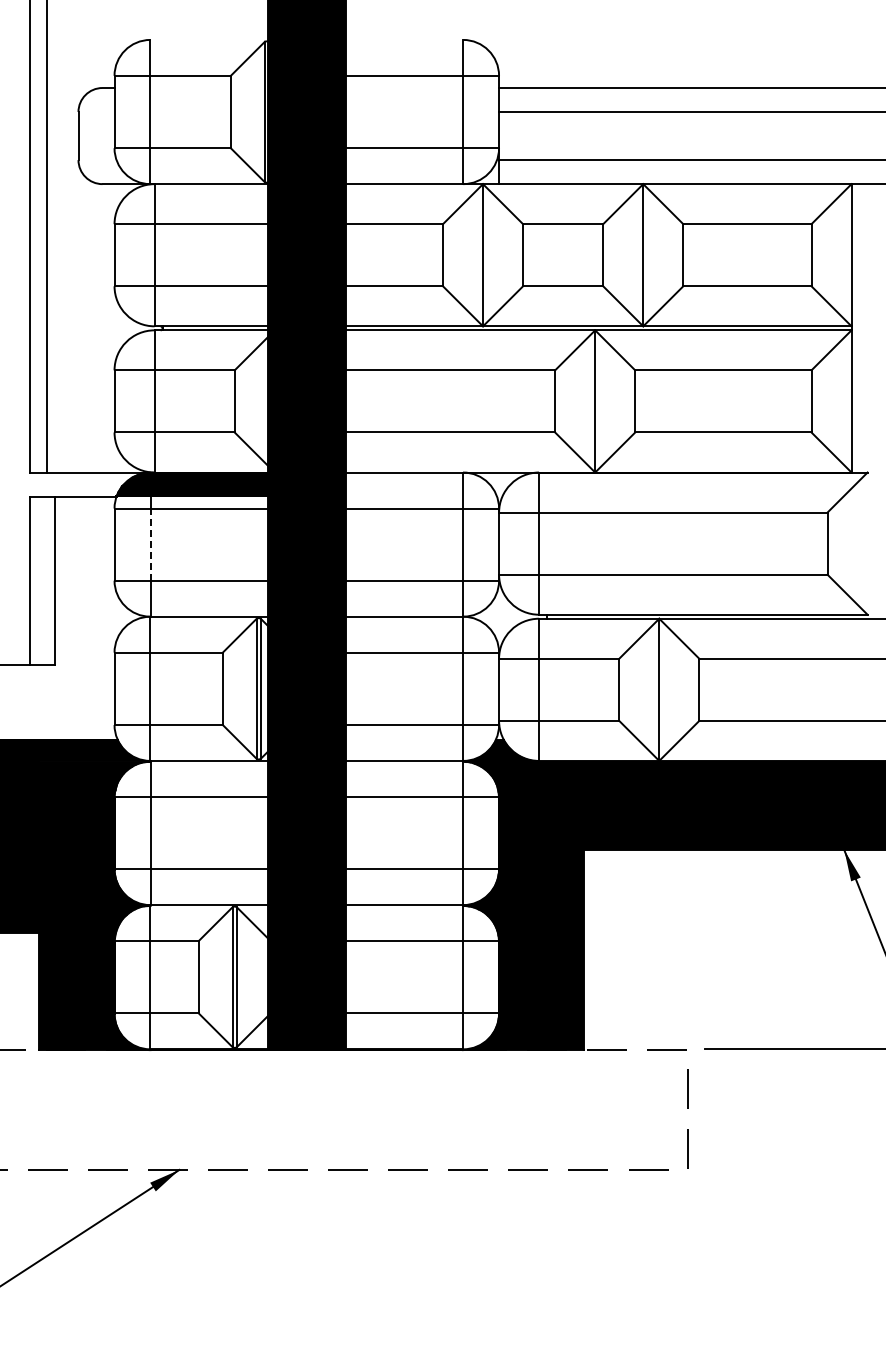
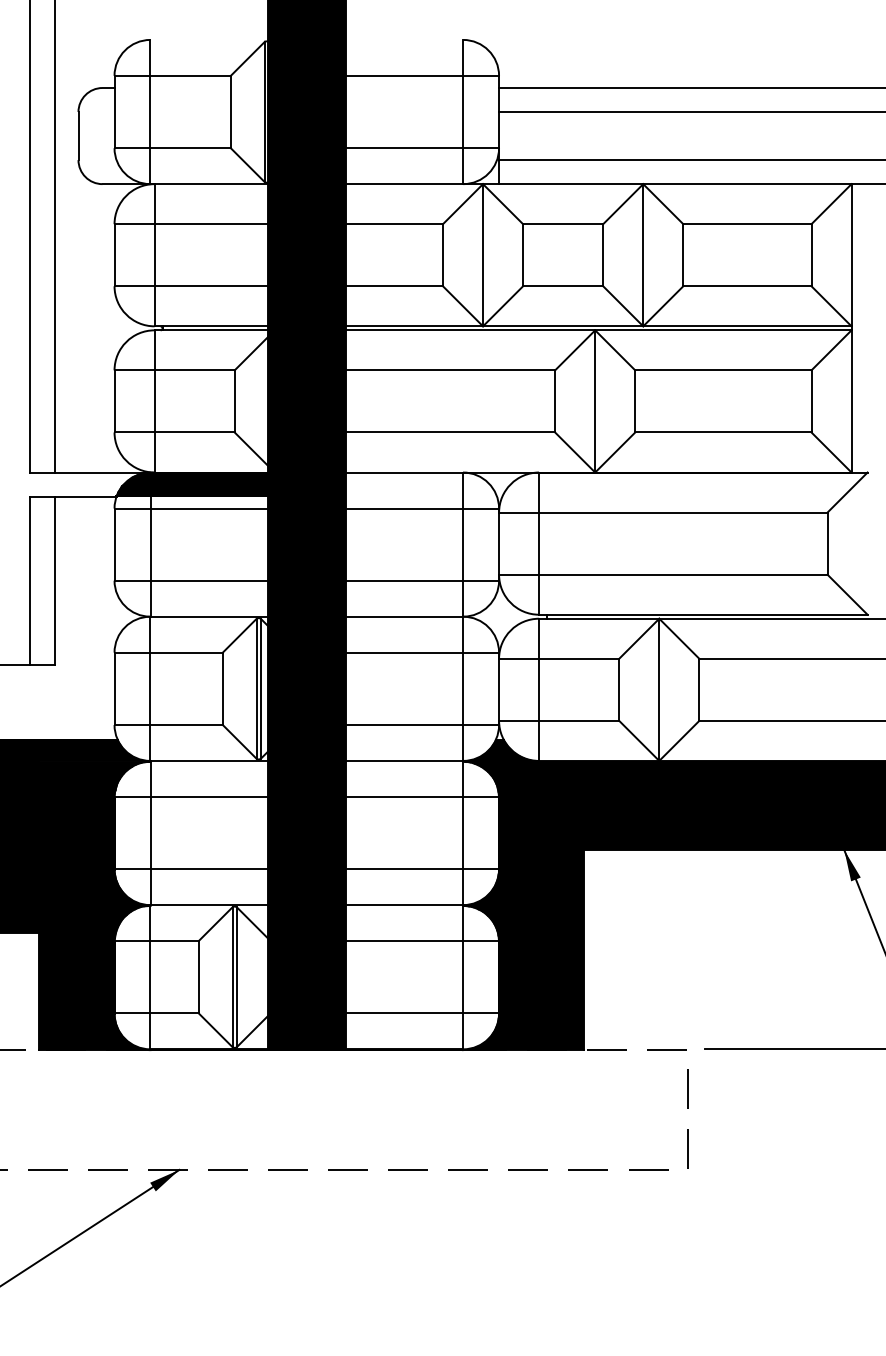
line at (47, 237) position: (47, 237) -> (55, 237)
line at (150, 544): dashed -> solid
